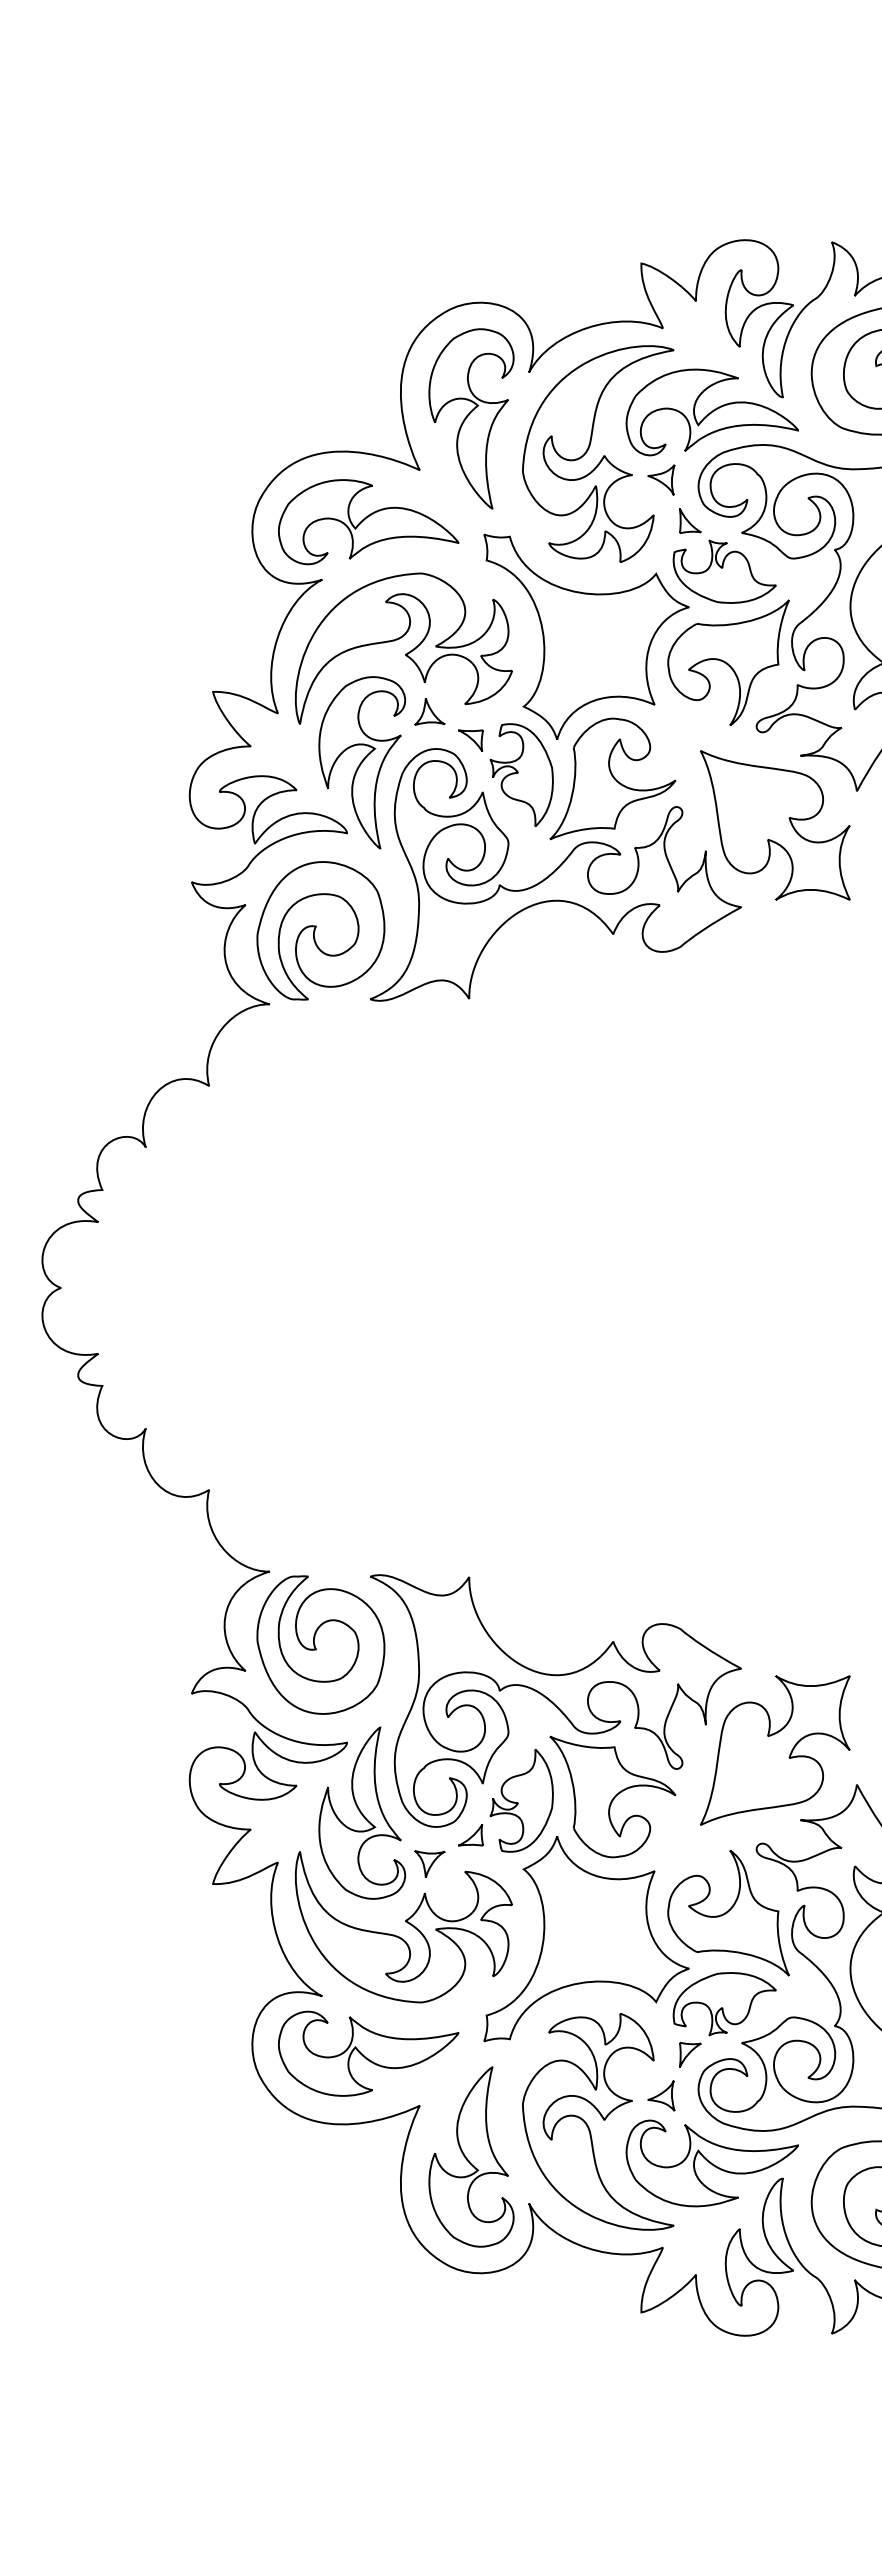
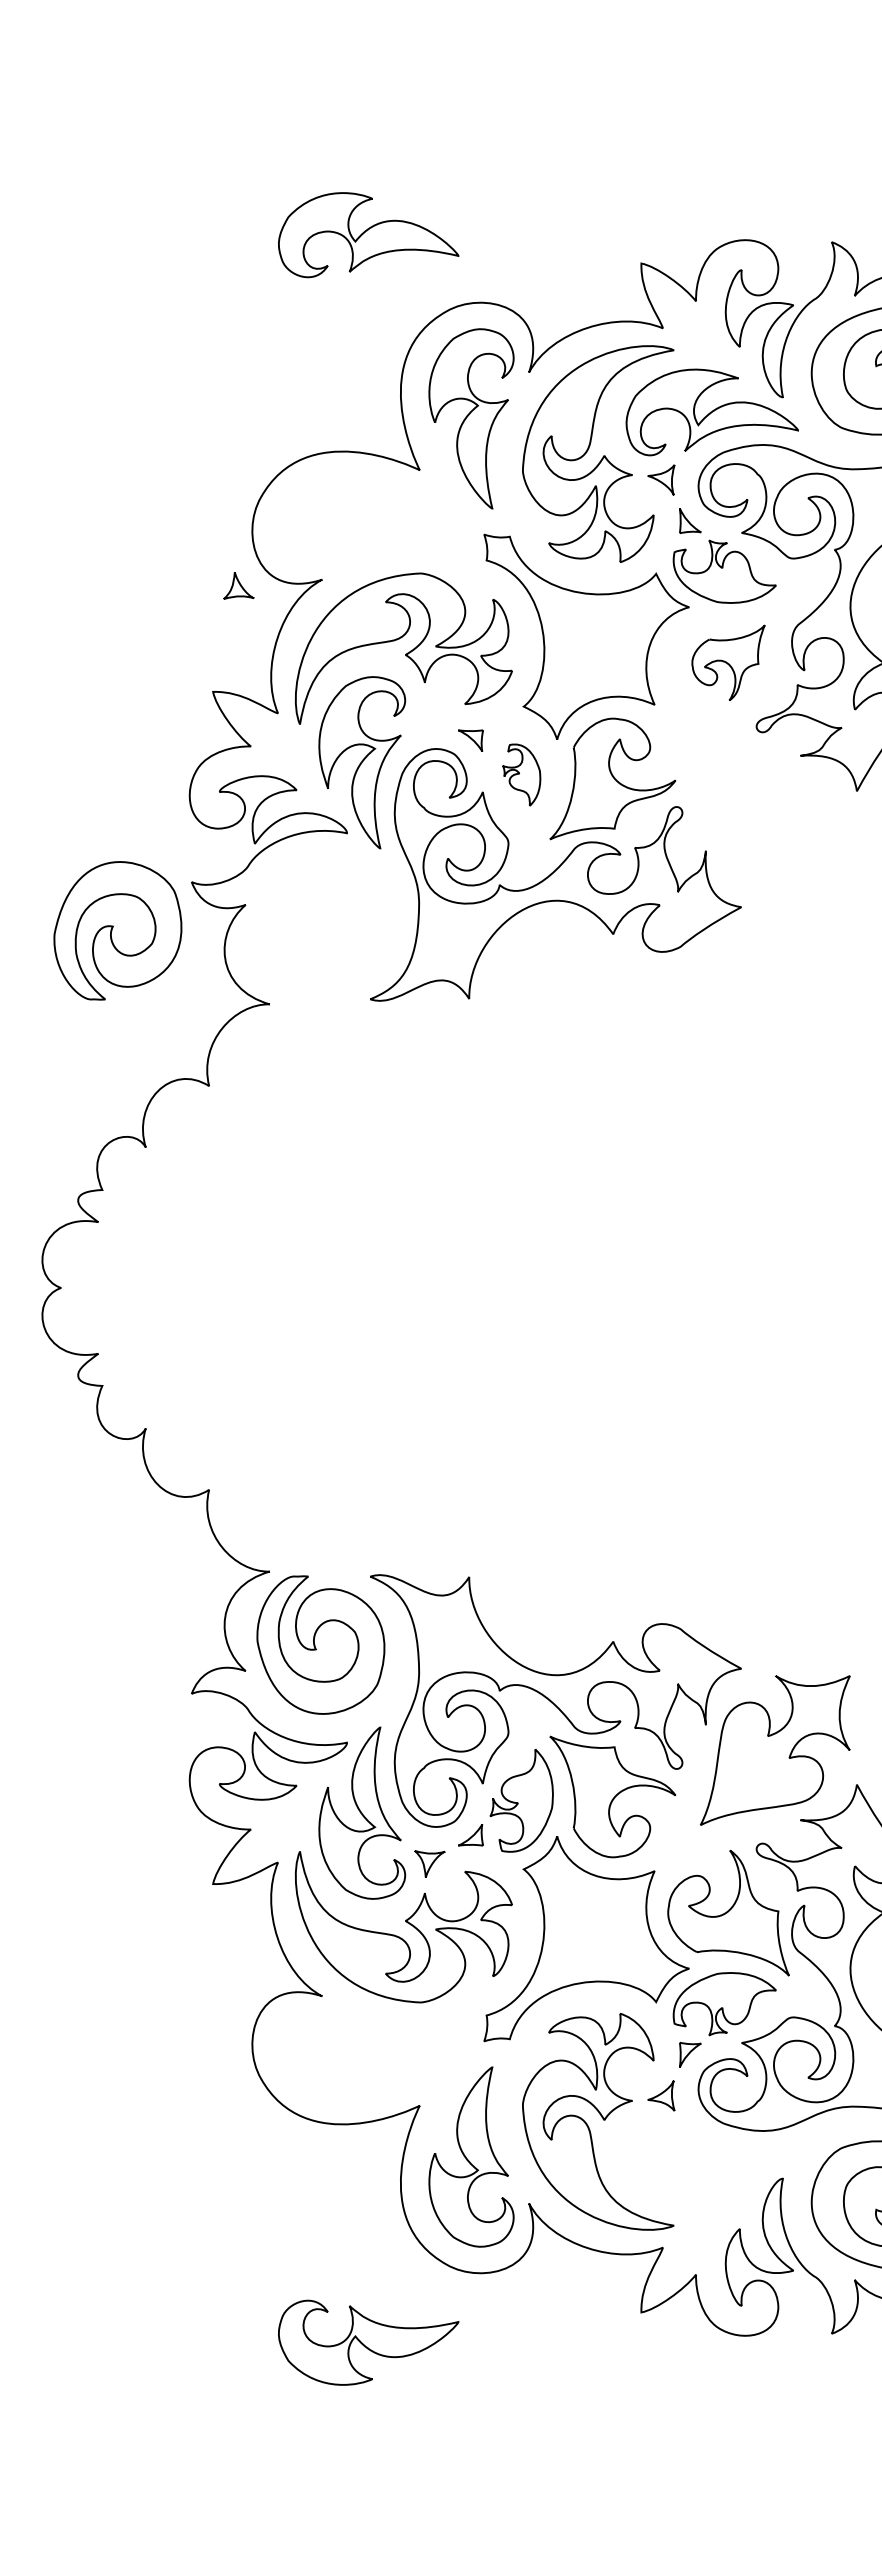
part at (368, 522) position: (368, 522) -> (368, 235)
part at (728, 662) size: 123x128 px -> 75x77 px
part at (429, 711) position: (429, 711) -> (238, 585)
part at (521, 774) size: 65x104 px -> 40x64 px
part at (775, 825): present -> none
part at (320, 930) position: (320, 930) -> (117, 930)
part at (368, 2053) position: (368, 2053) -> (368, 2342)
part at (711, 2163): present -> none
